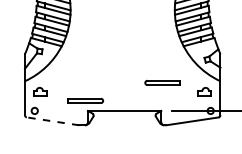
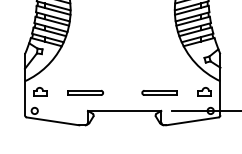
part at (162, 82) position: (162, 82) -> (159, 92)
part at (85, 100) position: (85, 100) -> (85, 92)
line at (53, 121): dashed -> solid
